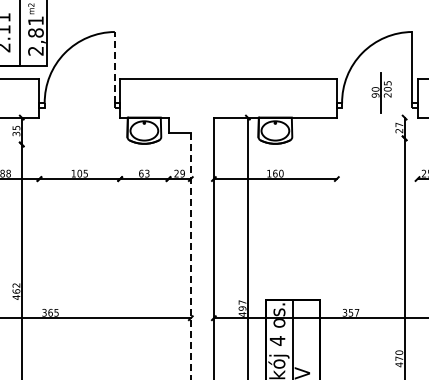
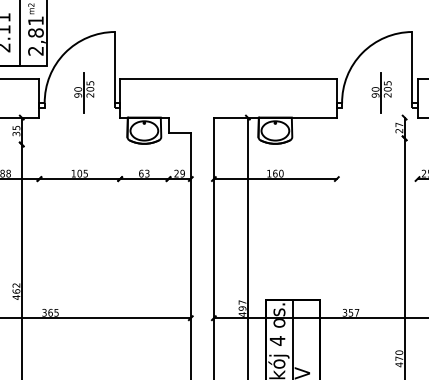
line at (114, 66): dashed -> solid
part at (84, 92): none -> present
line at (190, 256): dashed -> solid
